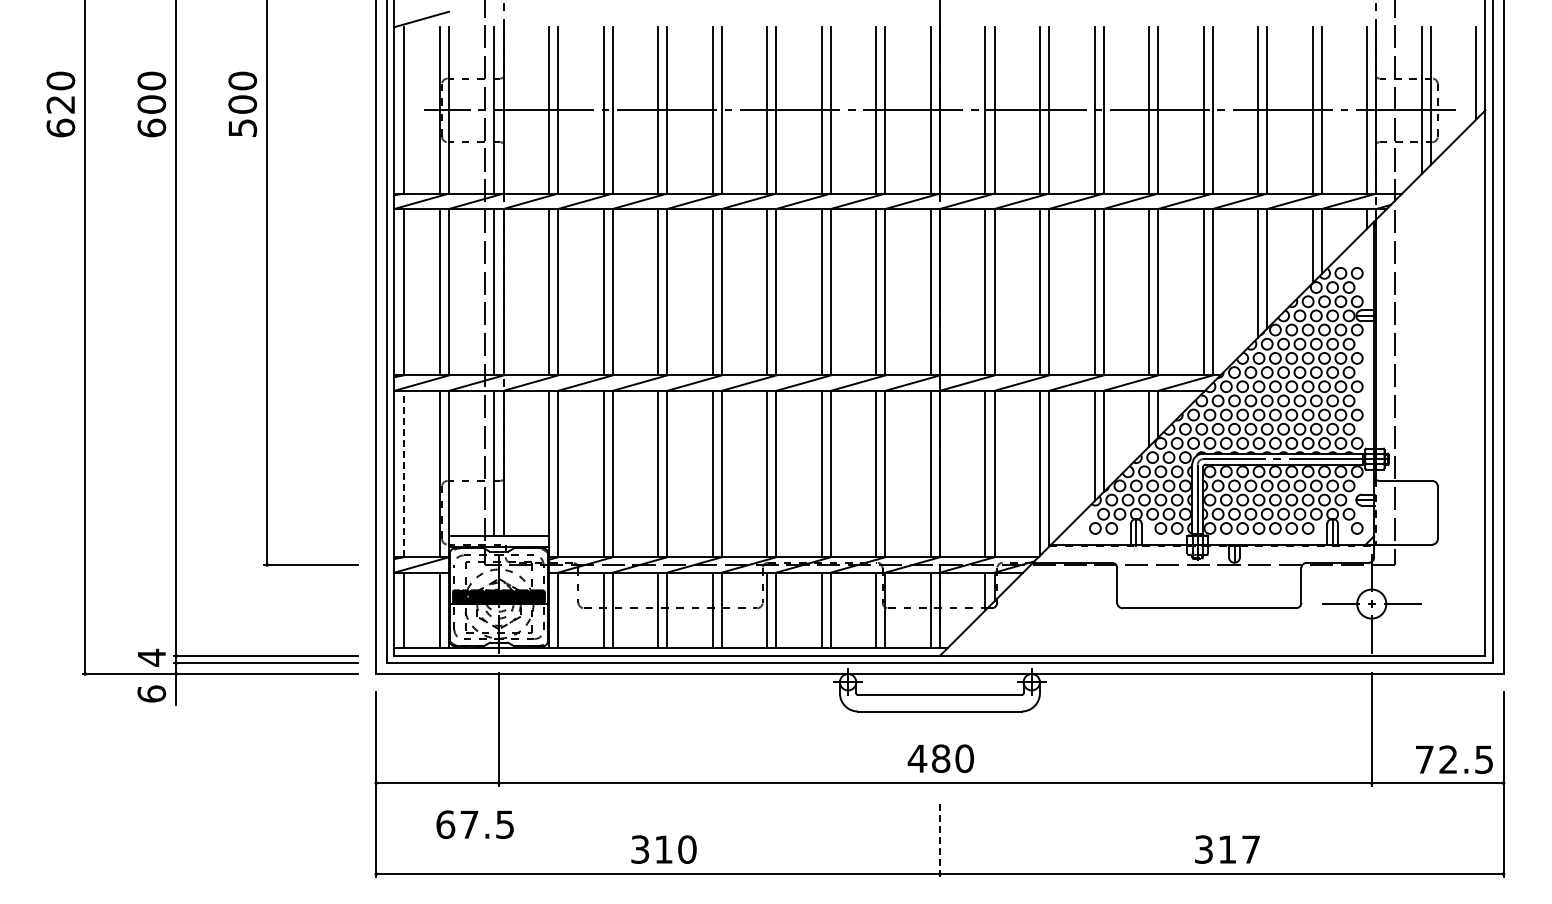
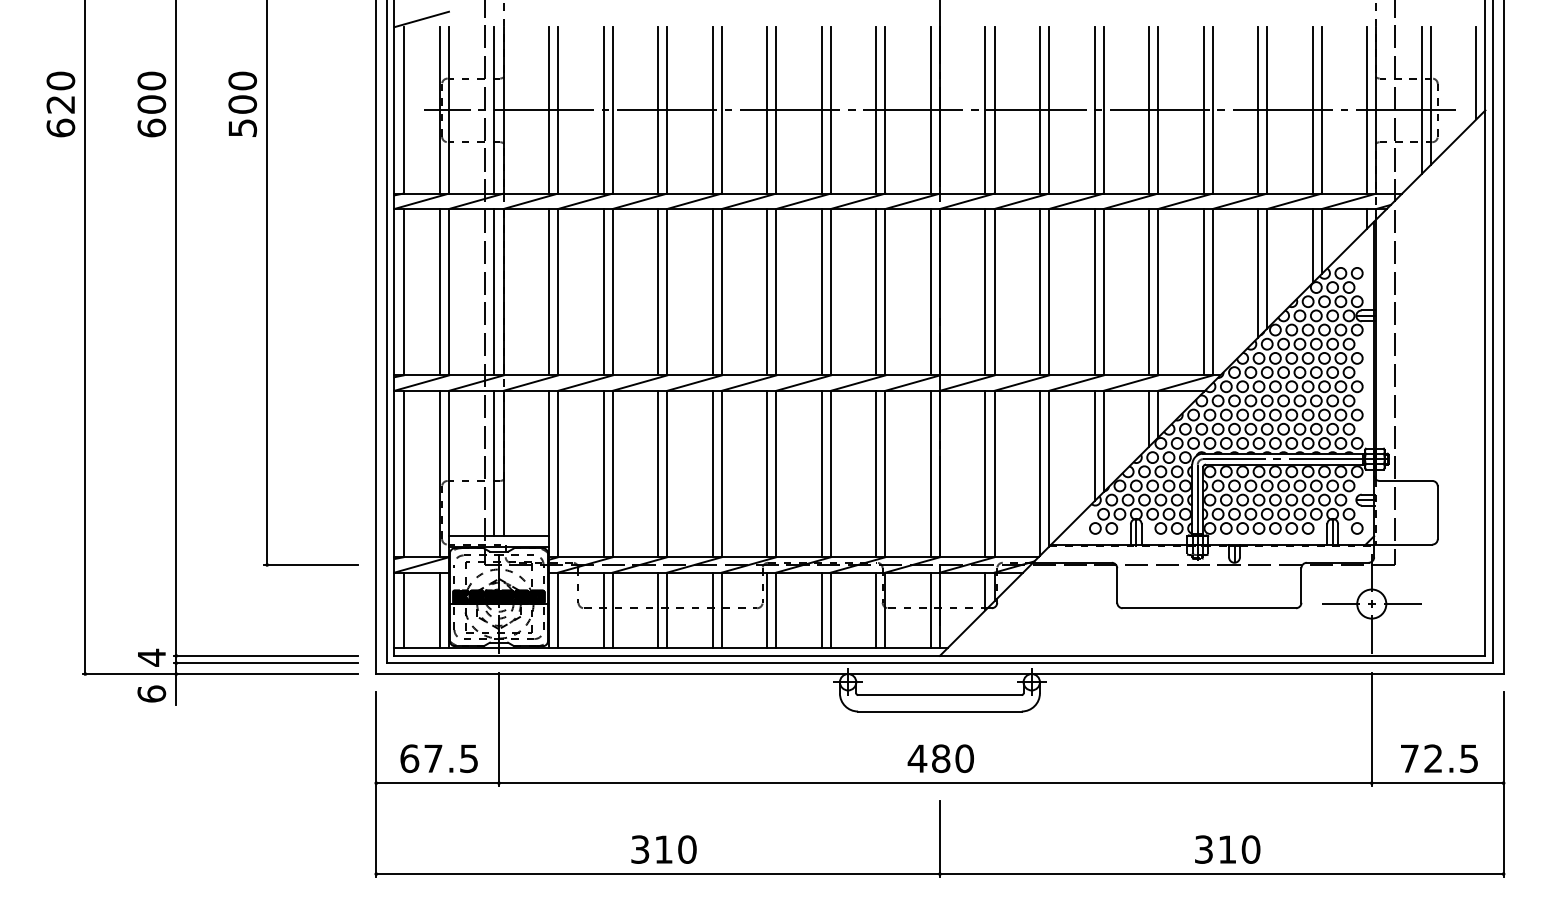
line at (403, 473): dashed -> solid
text at (1454, 759) position: (1454, 759) -> (1439, 758)
text at (474, 824) position: (474, 824) -> (438, 758)
line at (939, 839): dashed -> solid
text at (1250, 849): 317 -> 310
